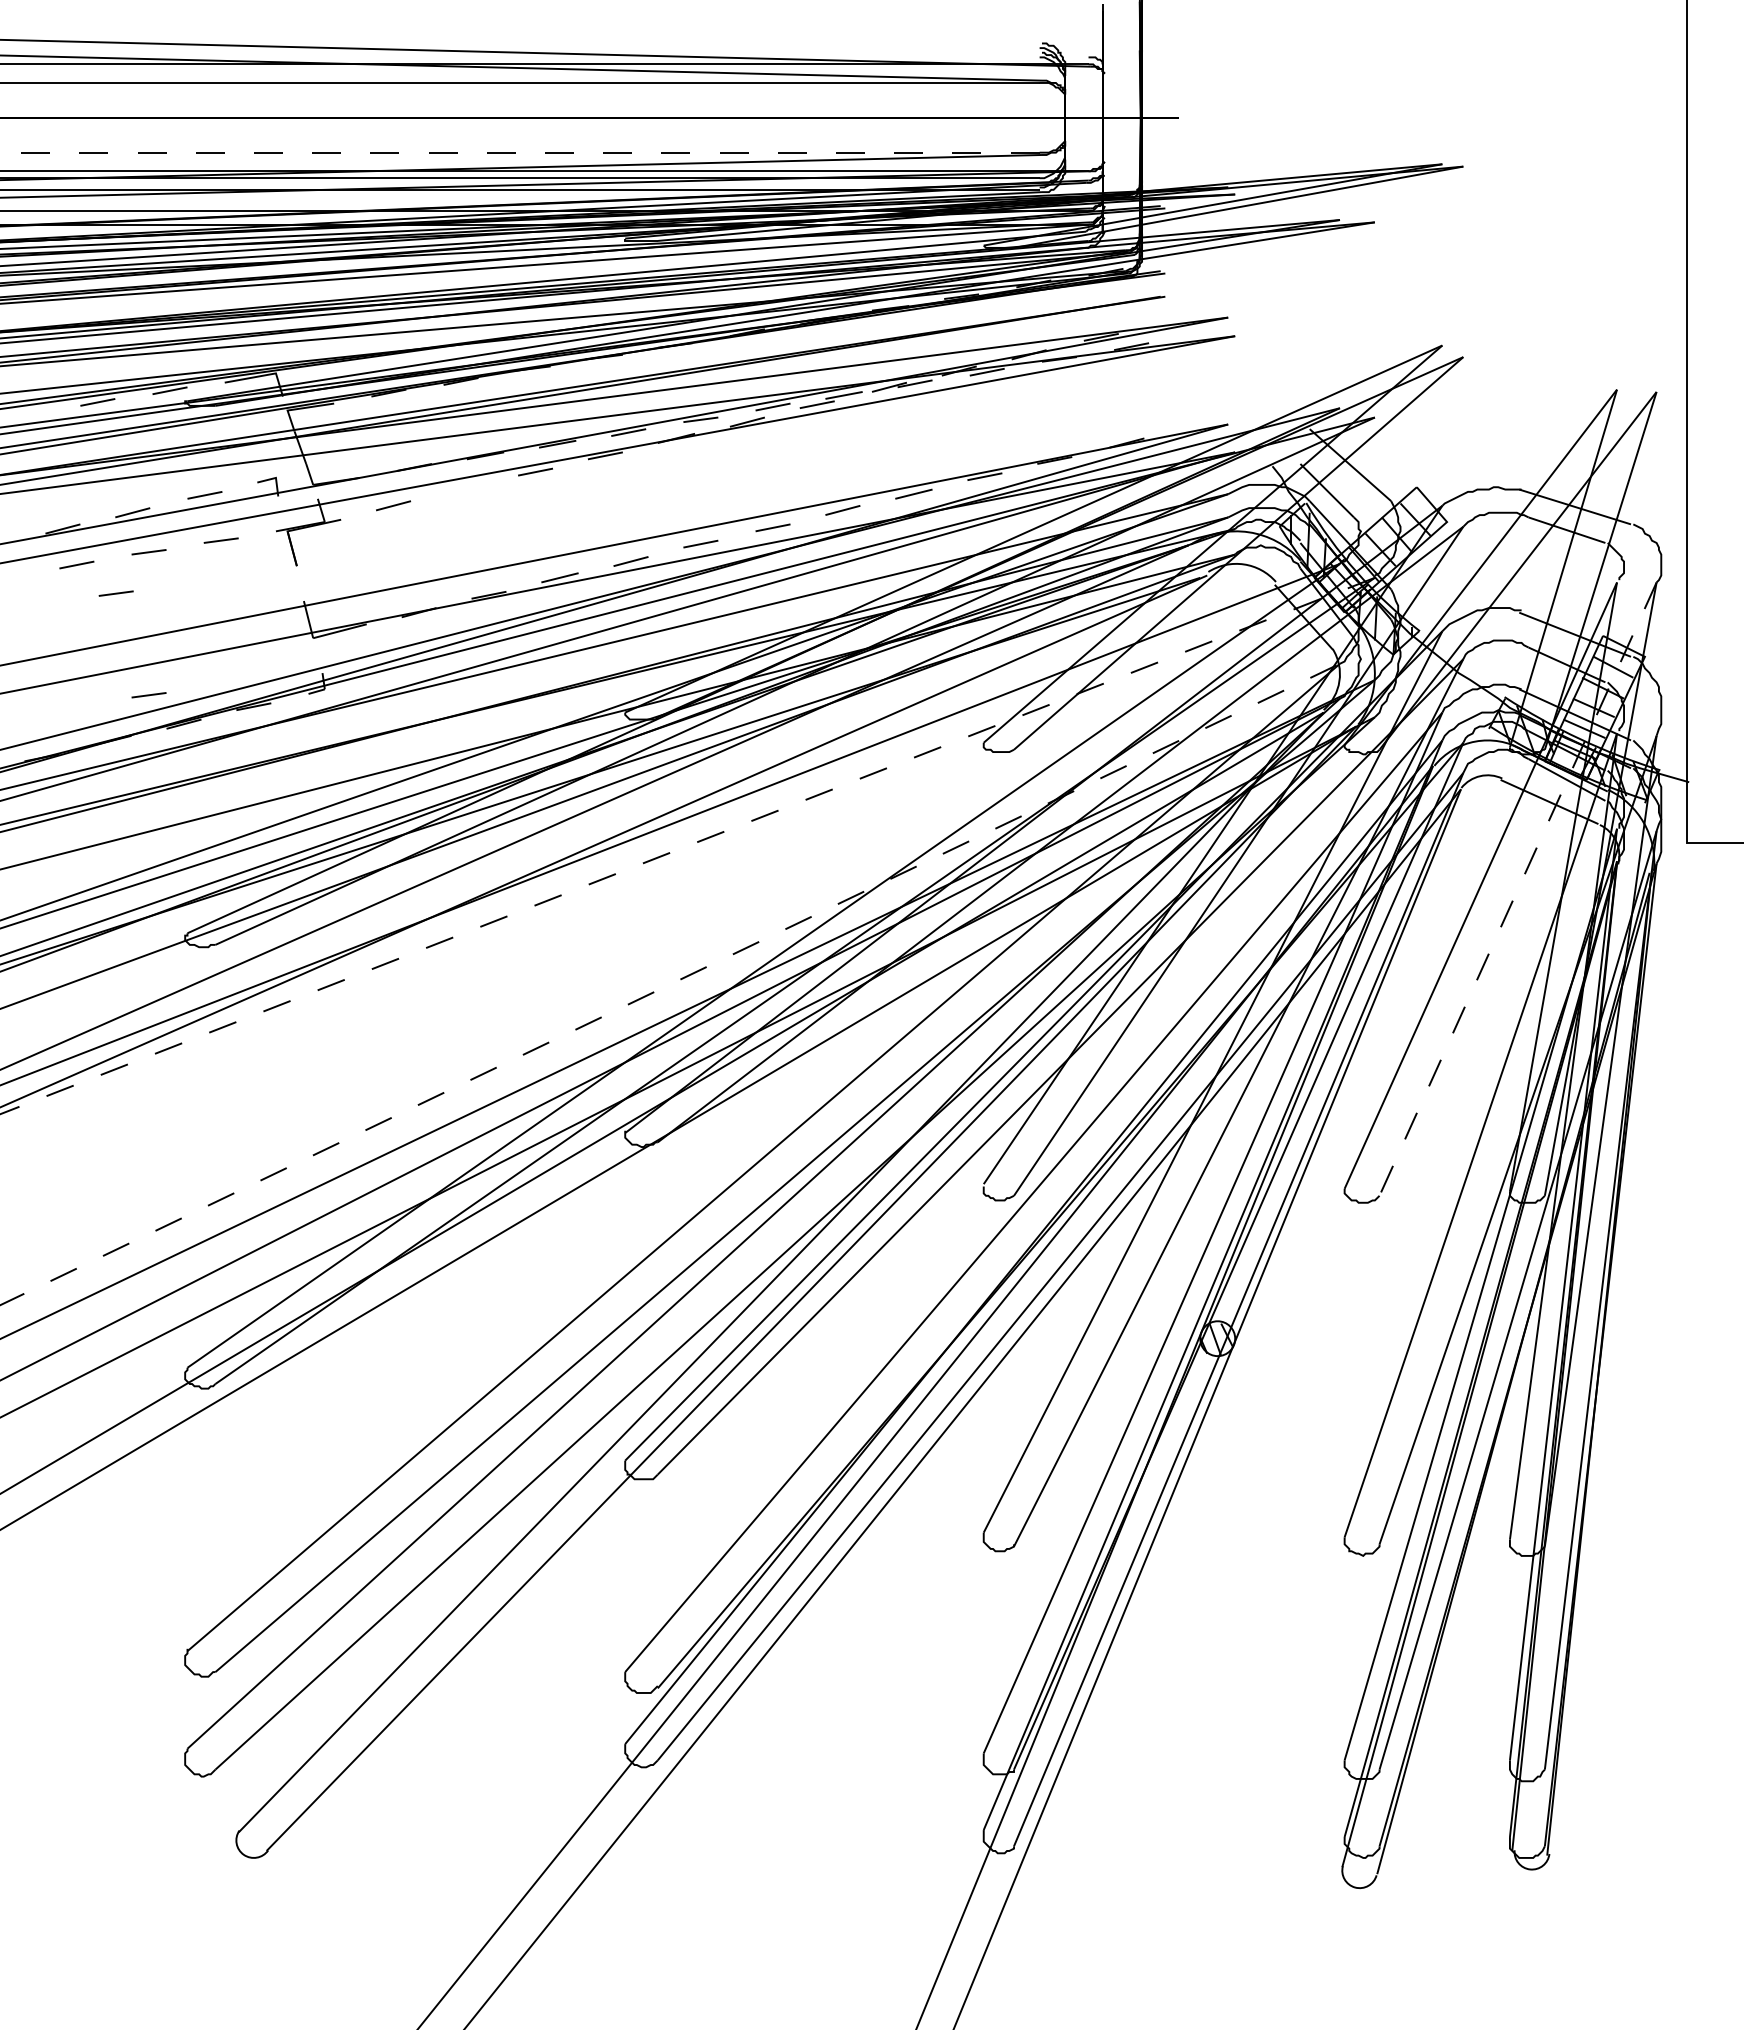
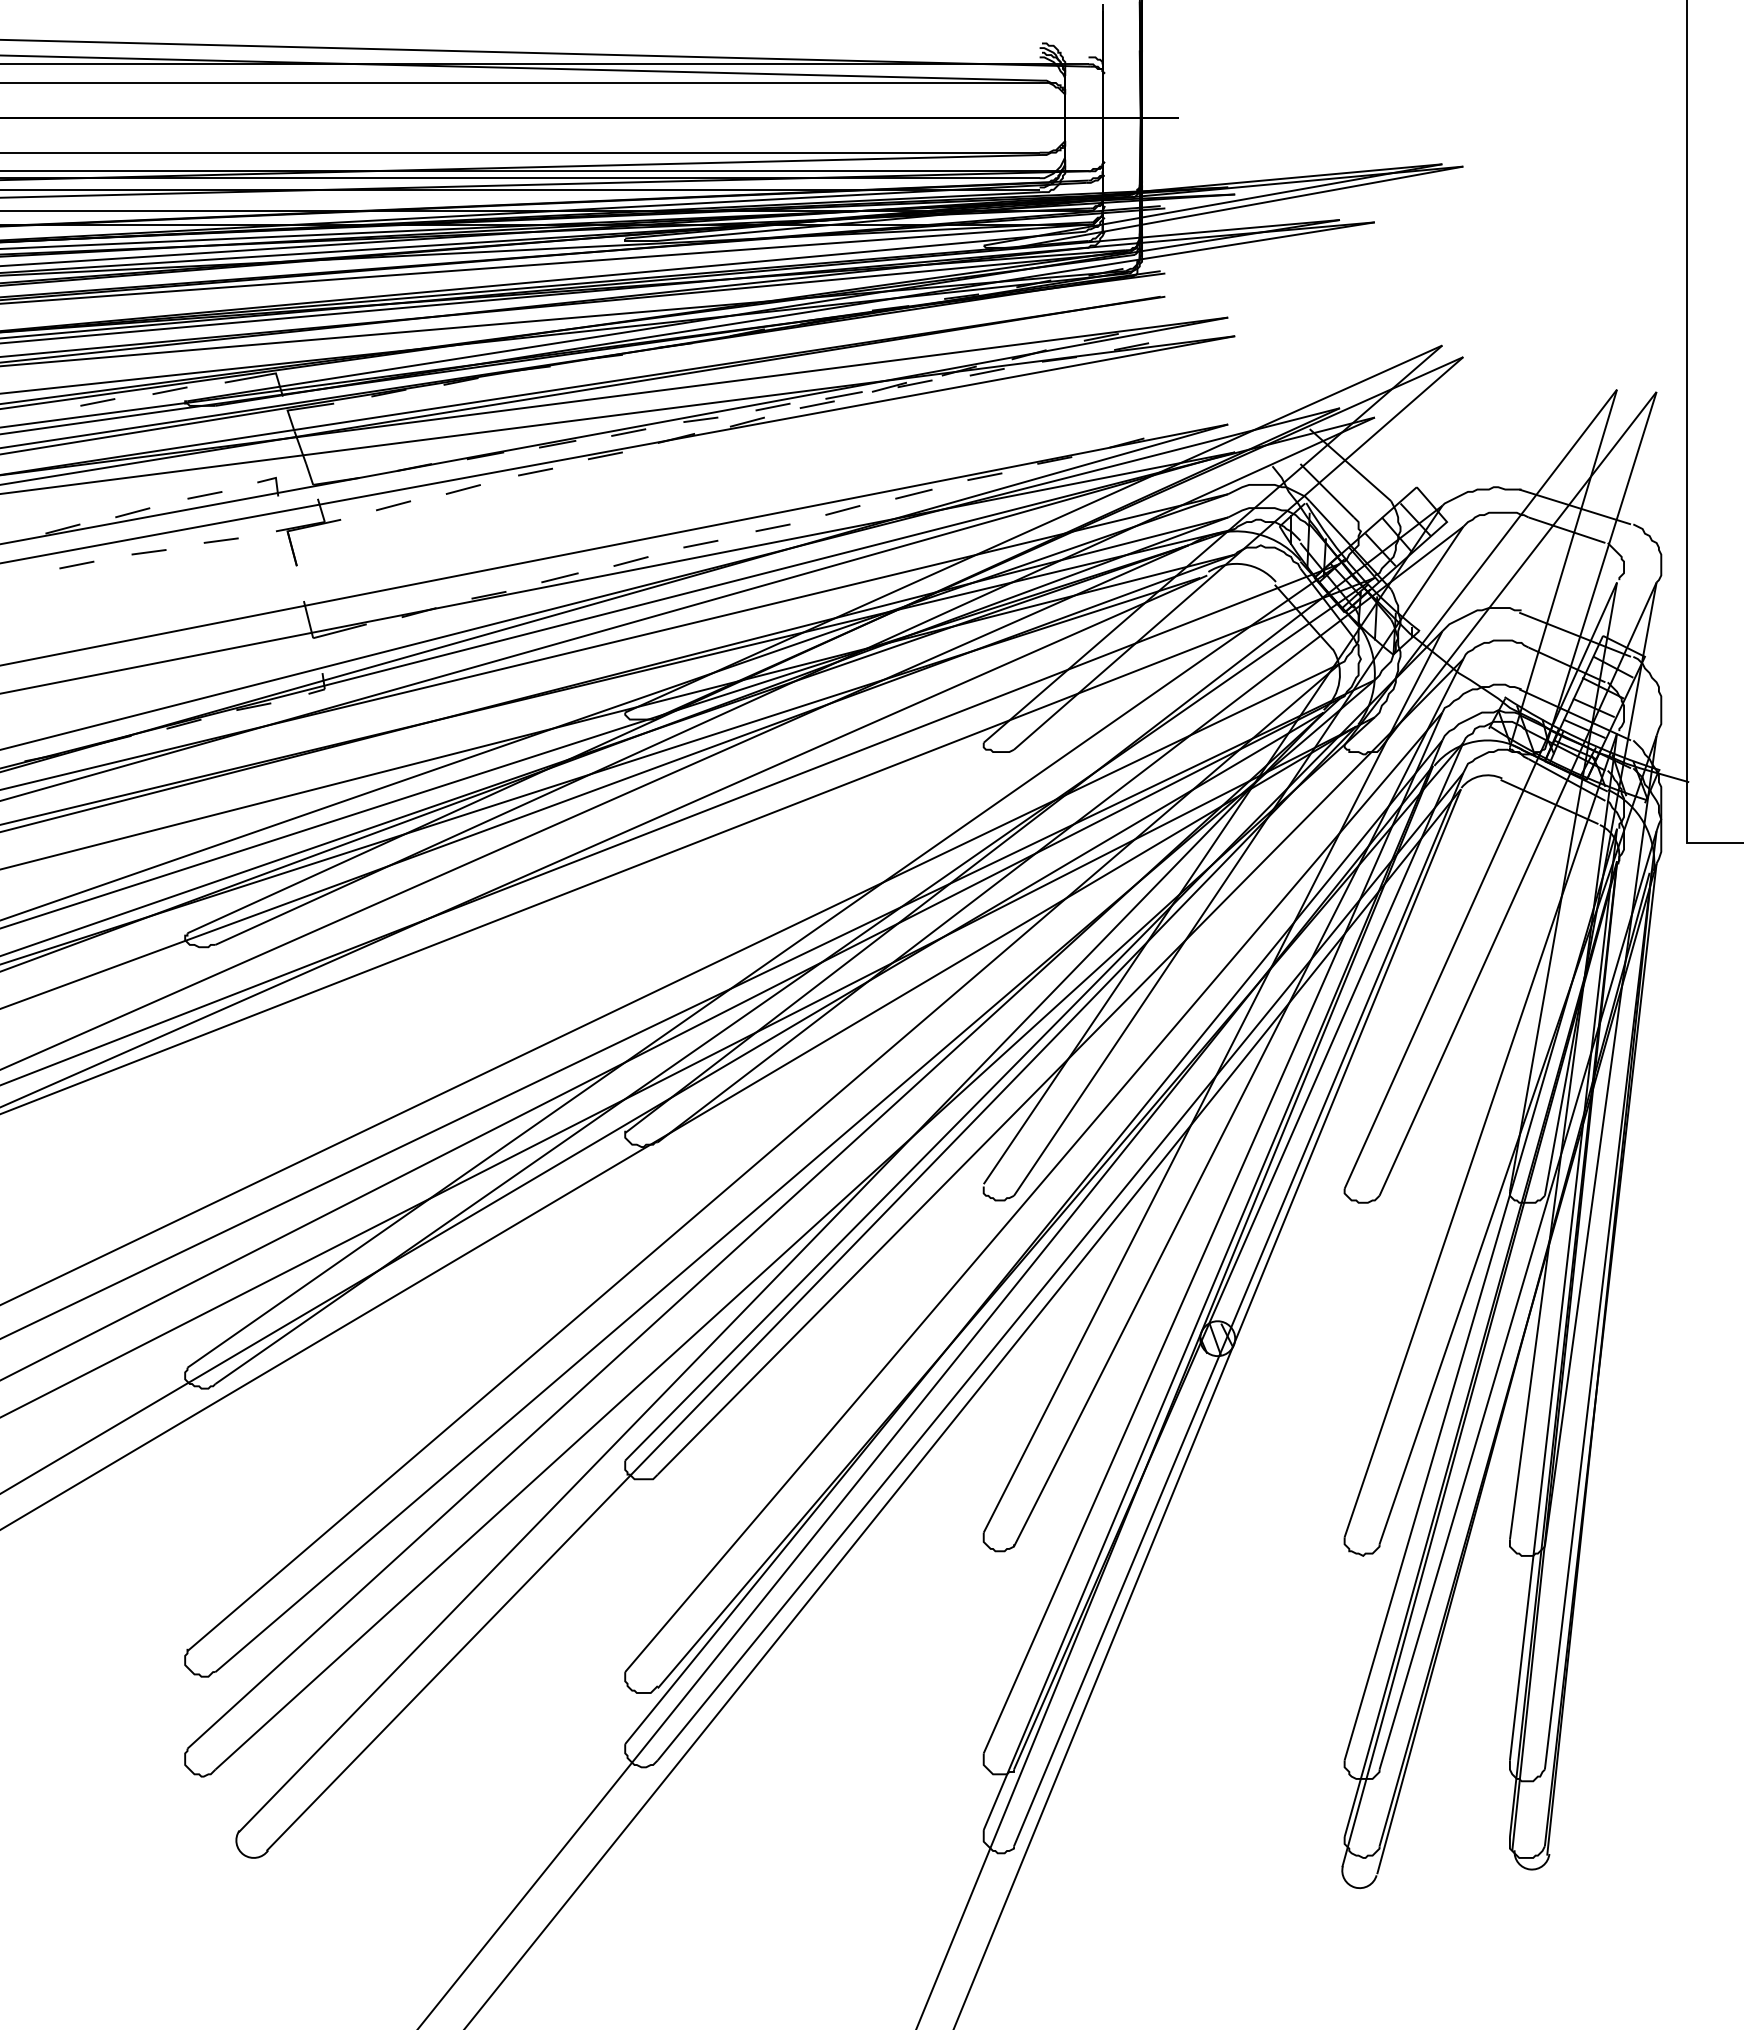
line at (519, 152): dashed -> solid
line at (462, 489): none -> present
line at (115, 593): present -> none
line at (148, 695): present -> none
line at (687, 846): dashed -> solid
line at (1518, 889): dashed -> solid
line at (670, 984): dashed -> solid
